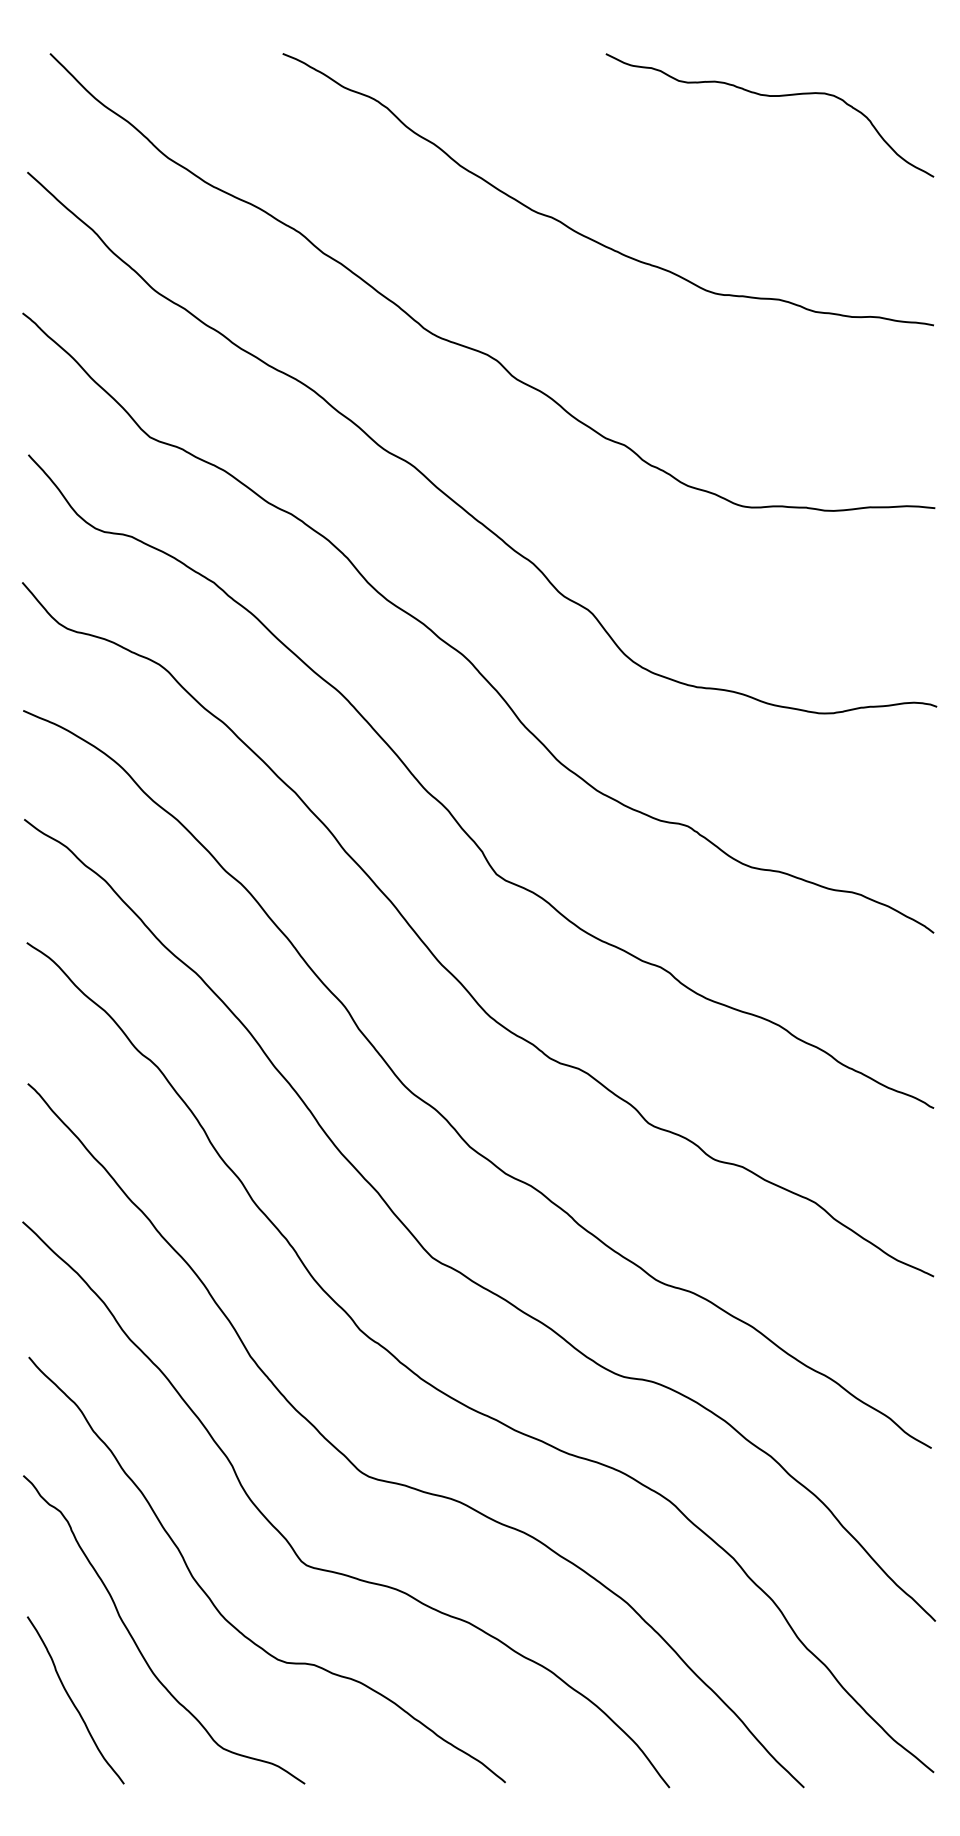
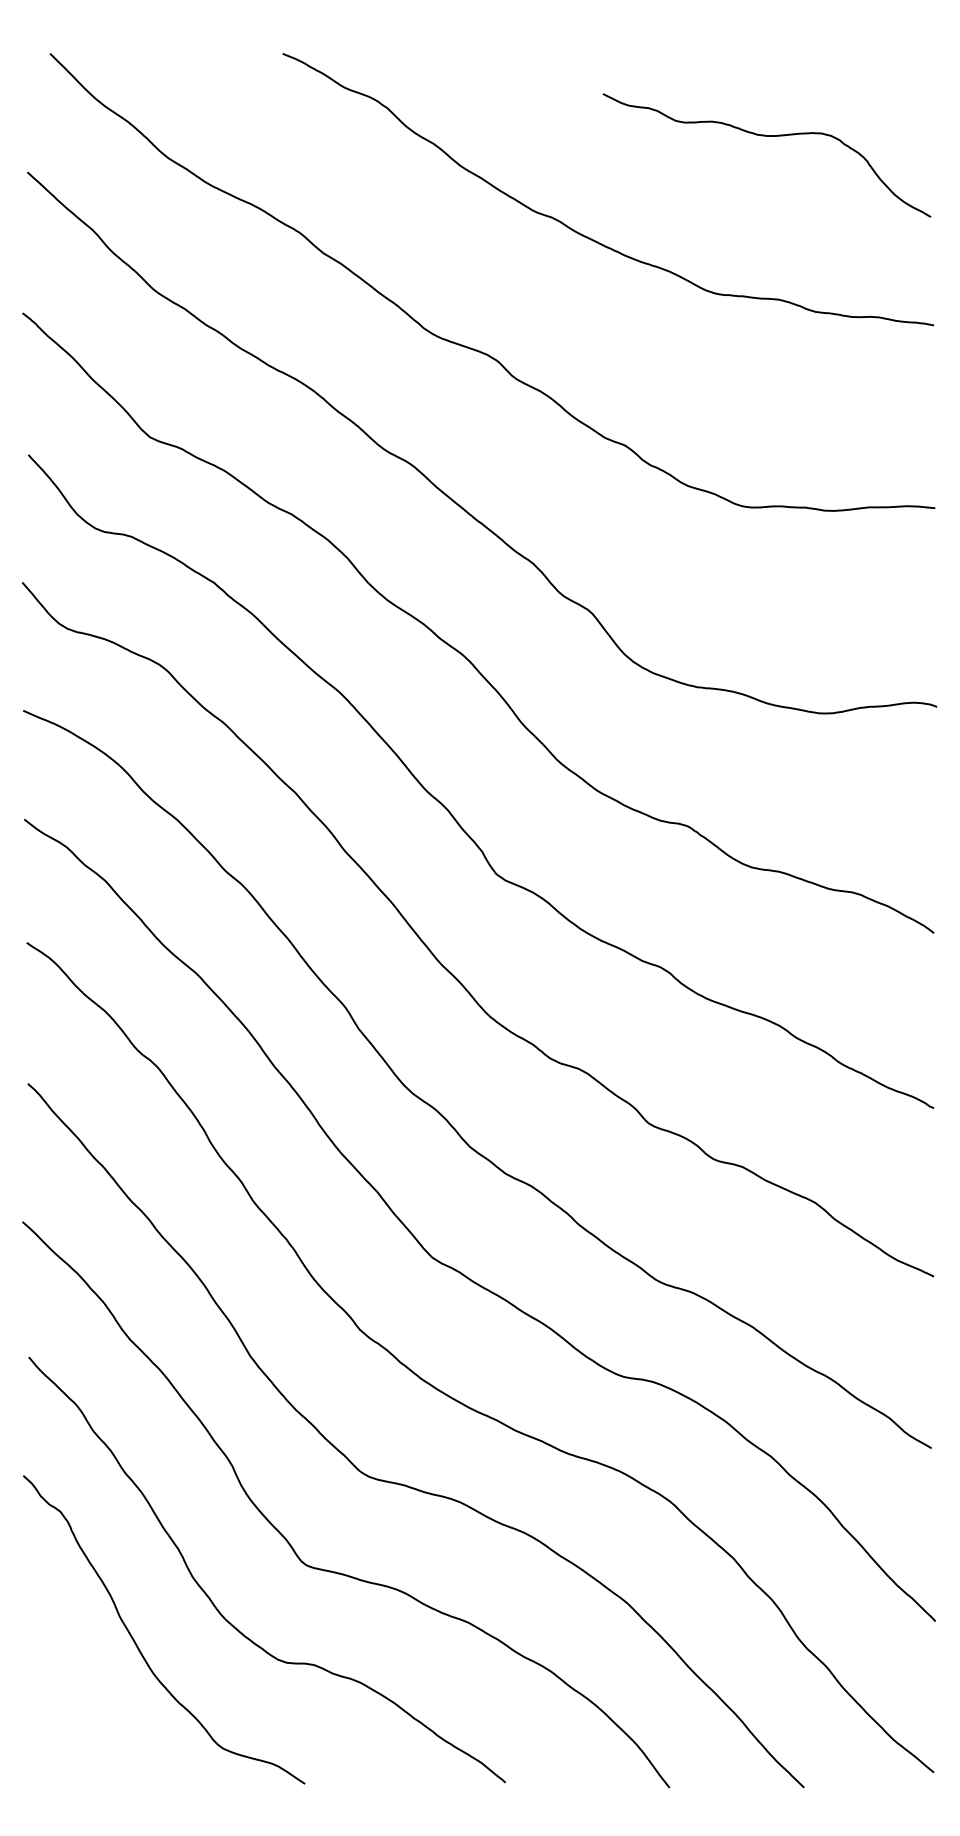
curve at (769, 96) position: (769, 96) -> (766, 136)
curve at (73, 1701): present -> none
